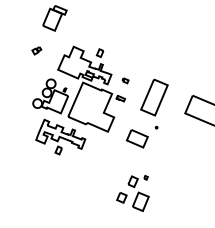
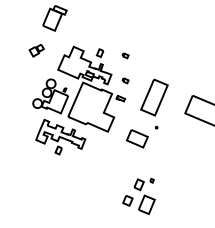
part at (36, 50) size: 12x10 px -> 17x14 px
part at (125, 55): none -> present
part at (132, 193) position: (132, 193) -> (138, 196)
